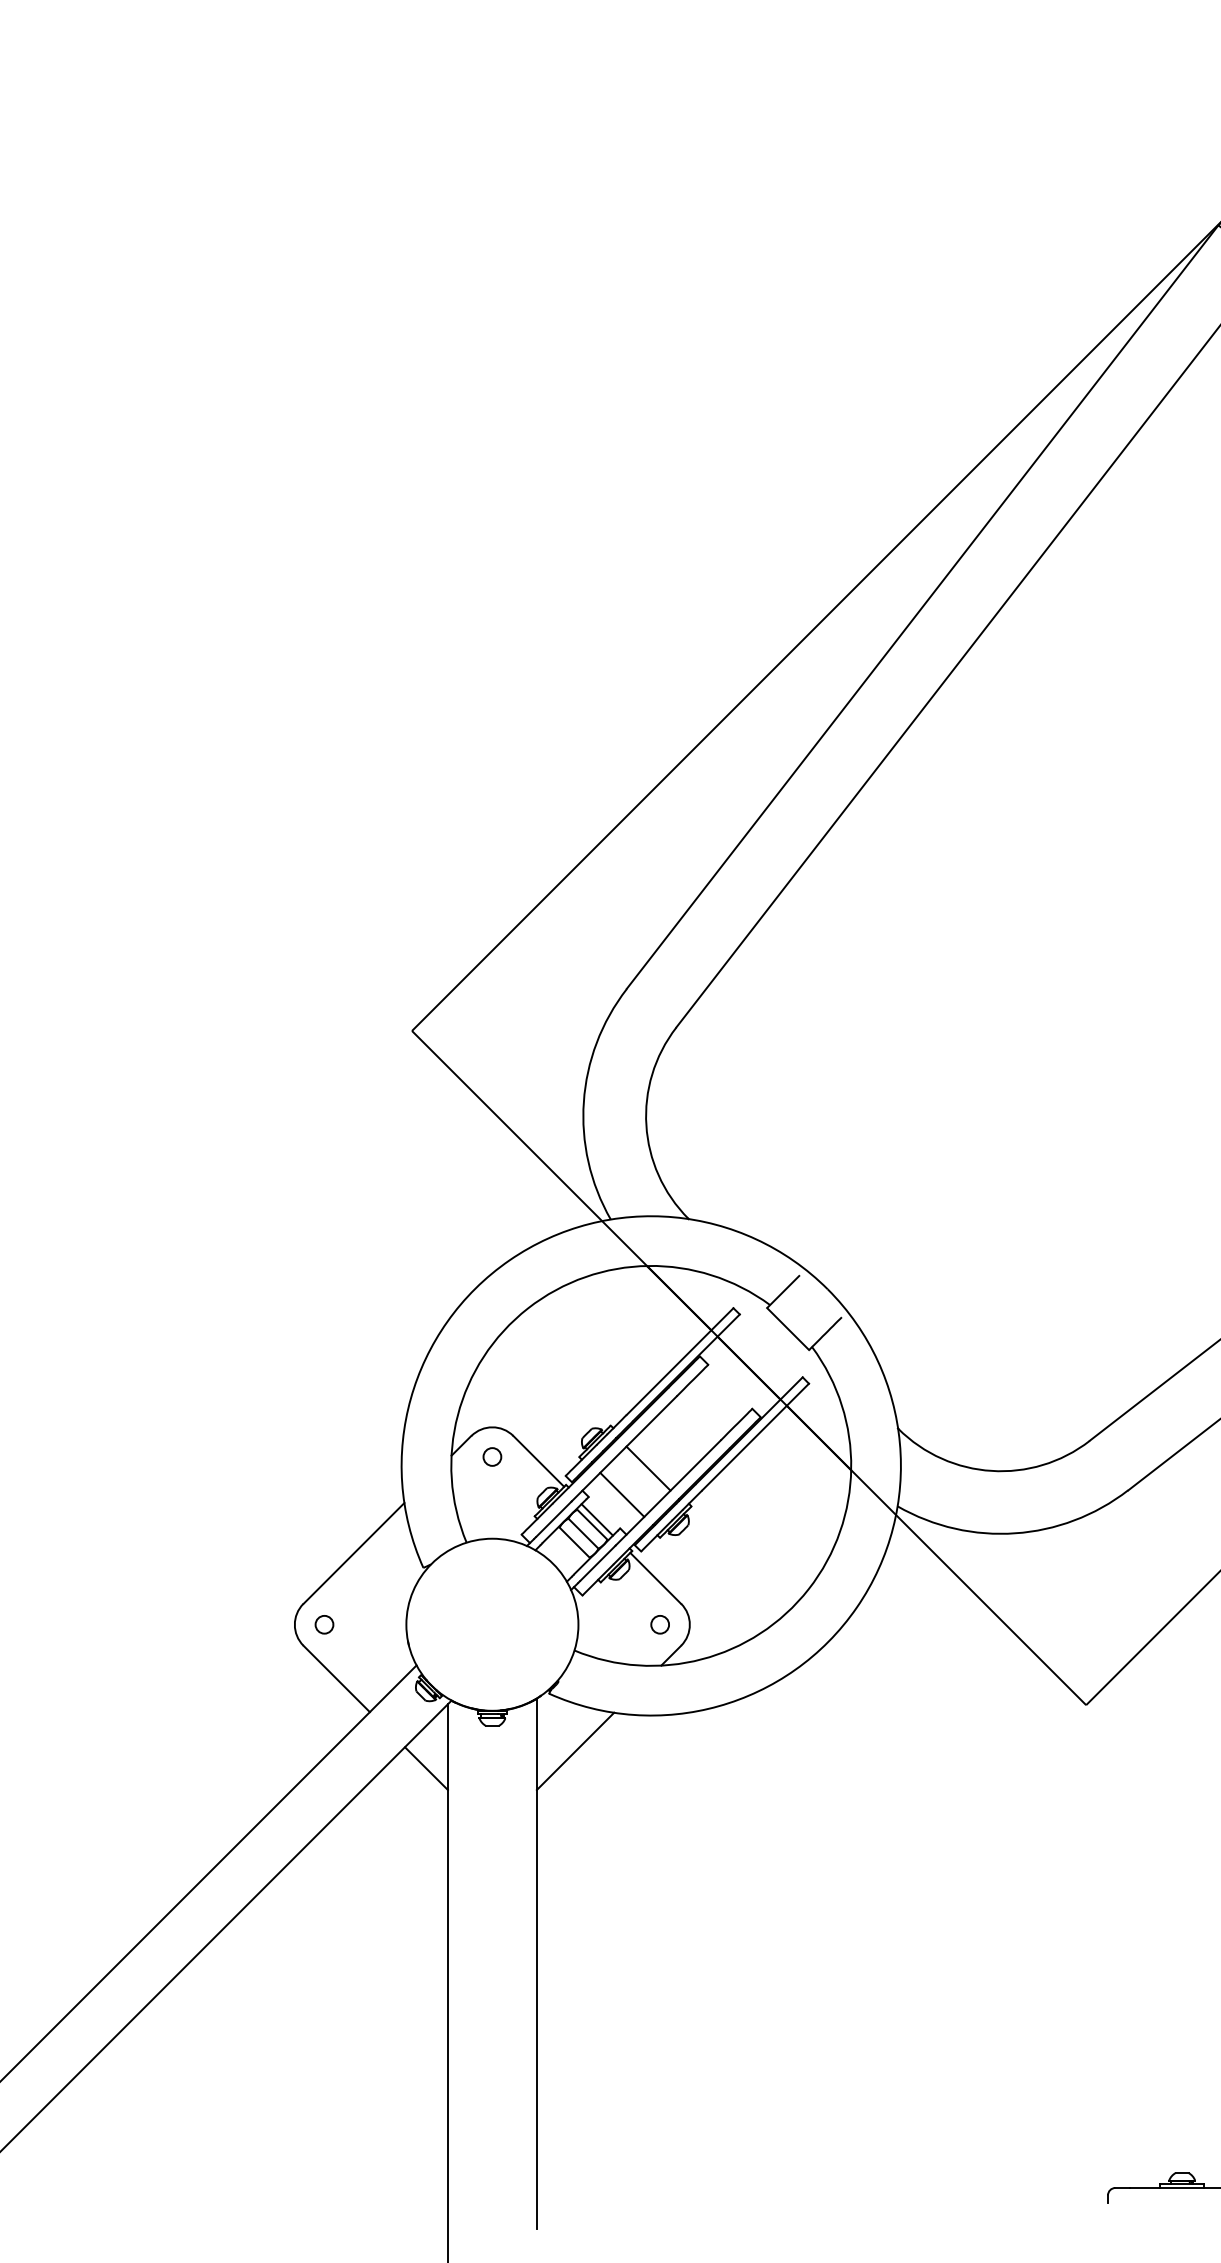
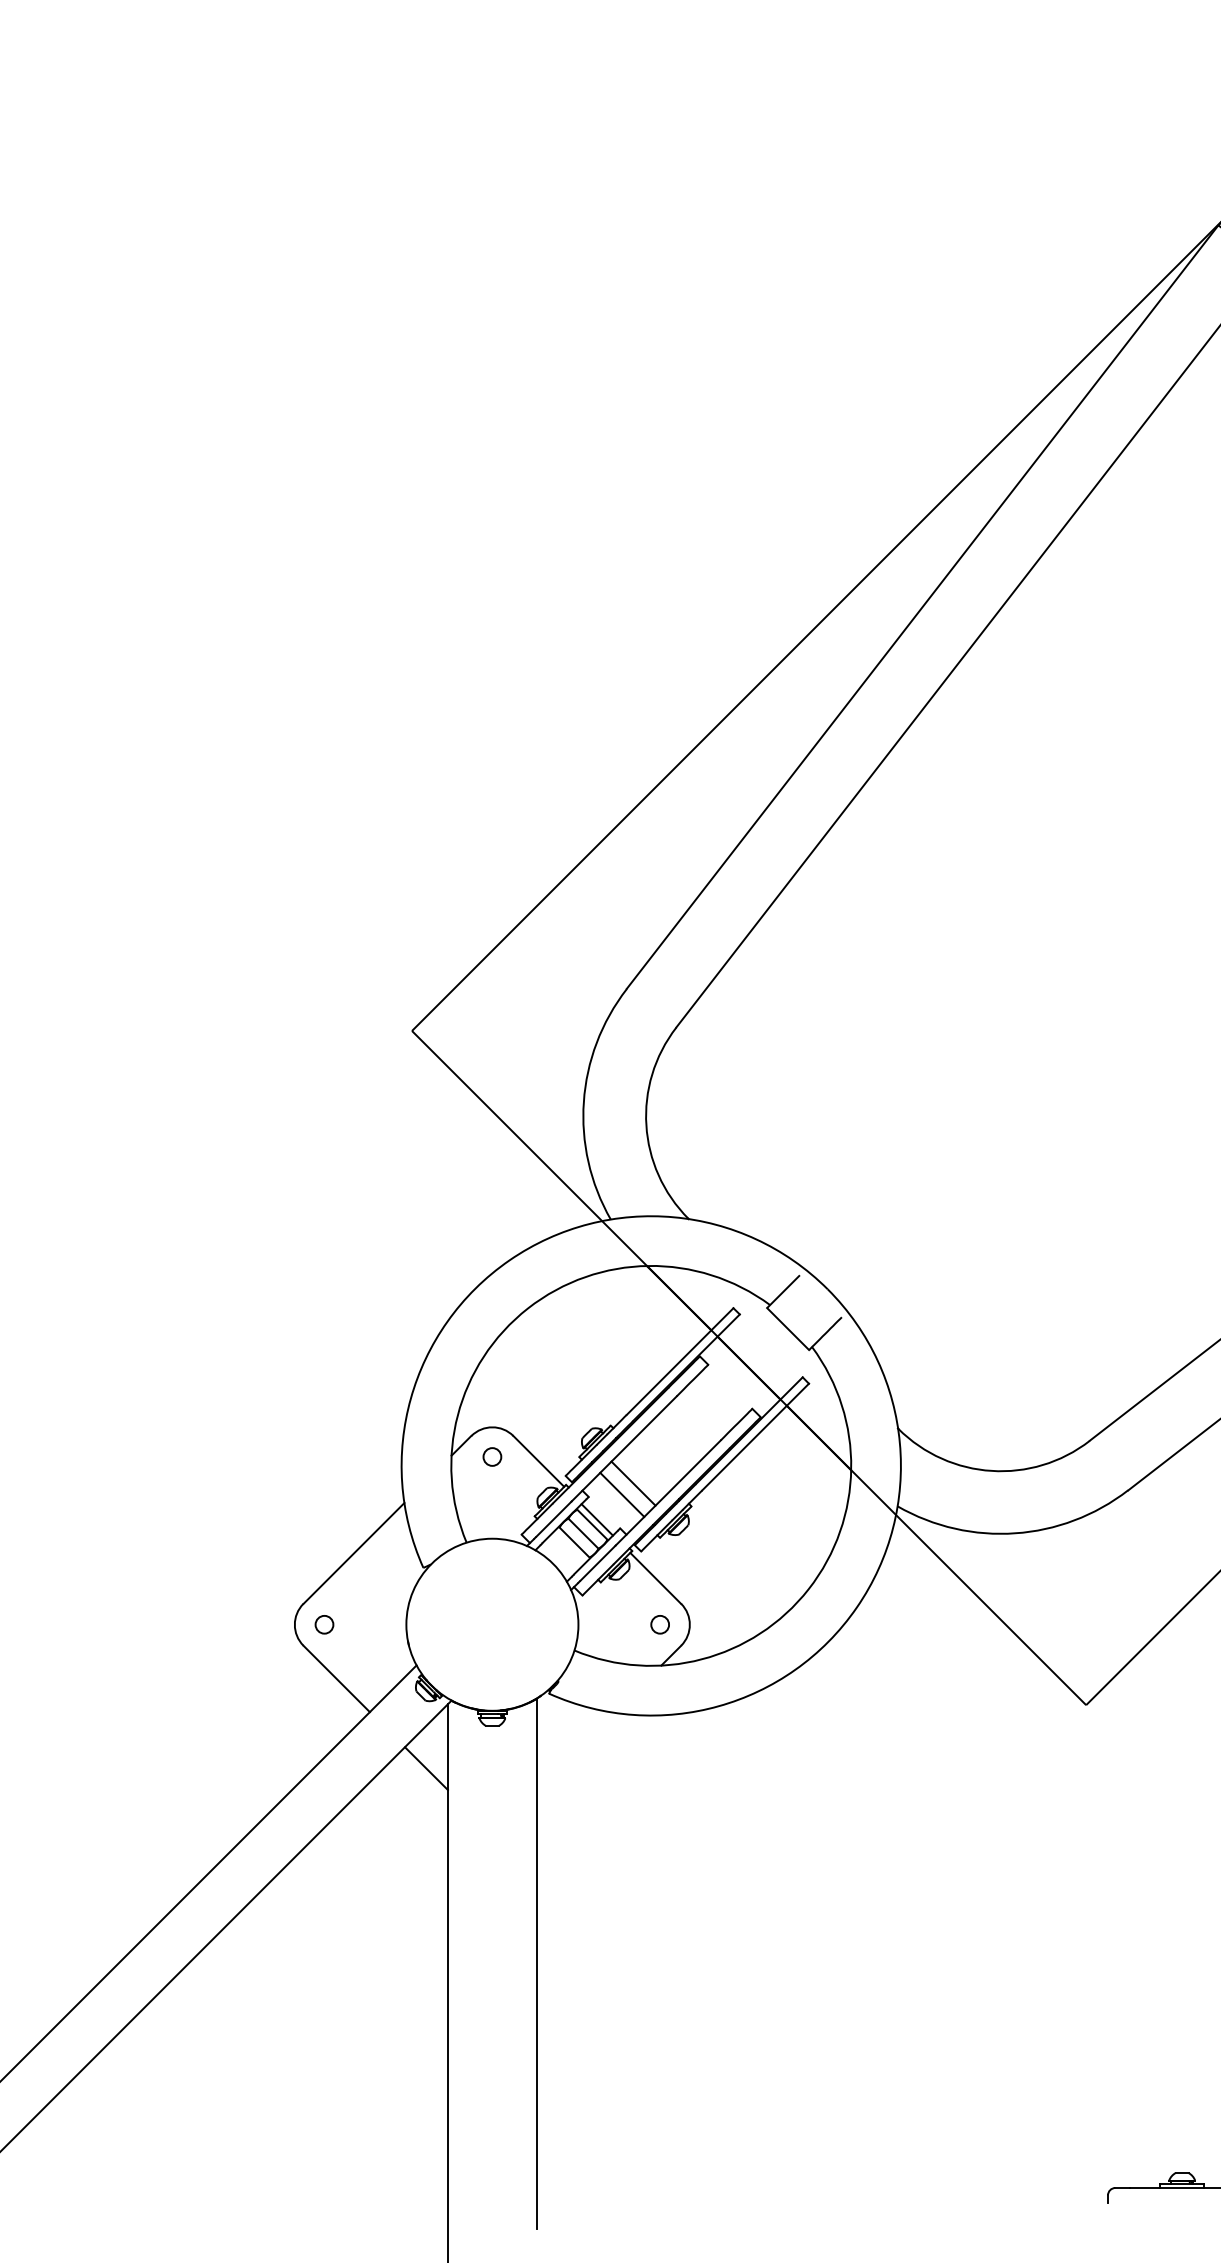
line at (648, 1468) position: (648, 1468) -> (633, 1483)
line at (575, 1751): present -> none
